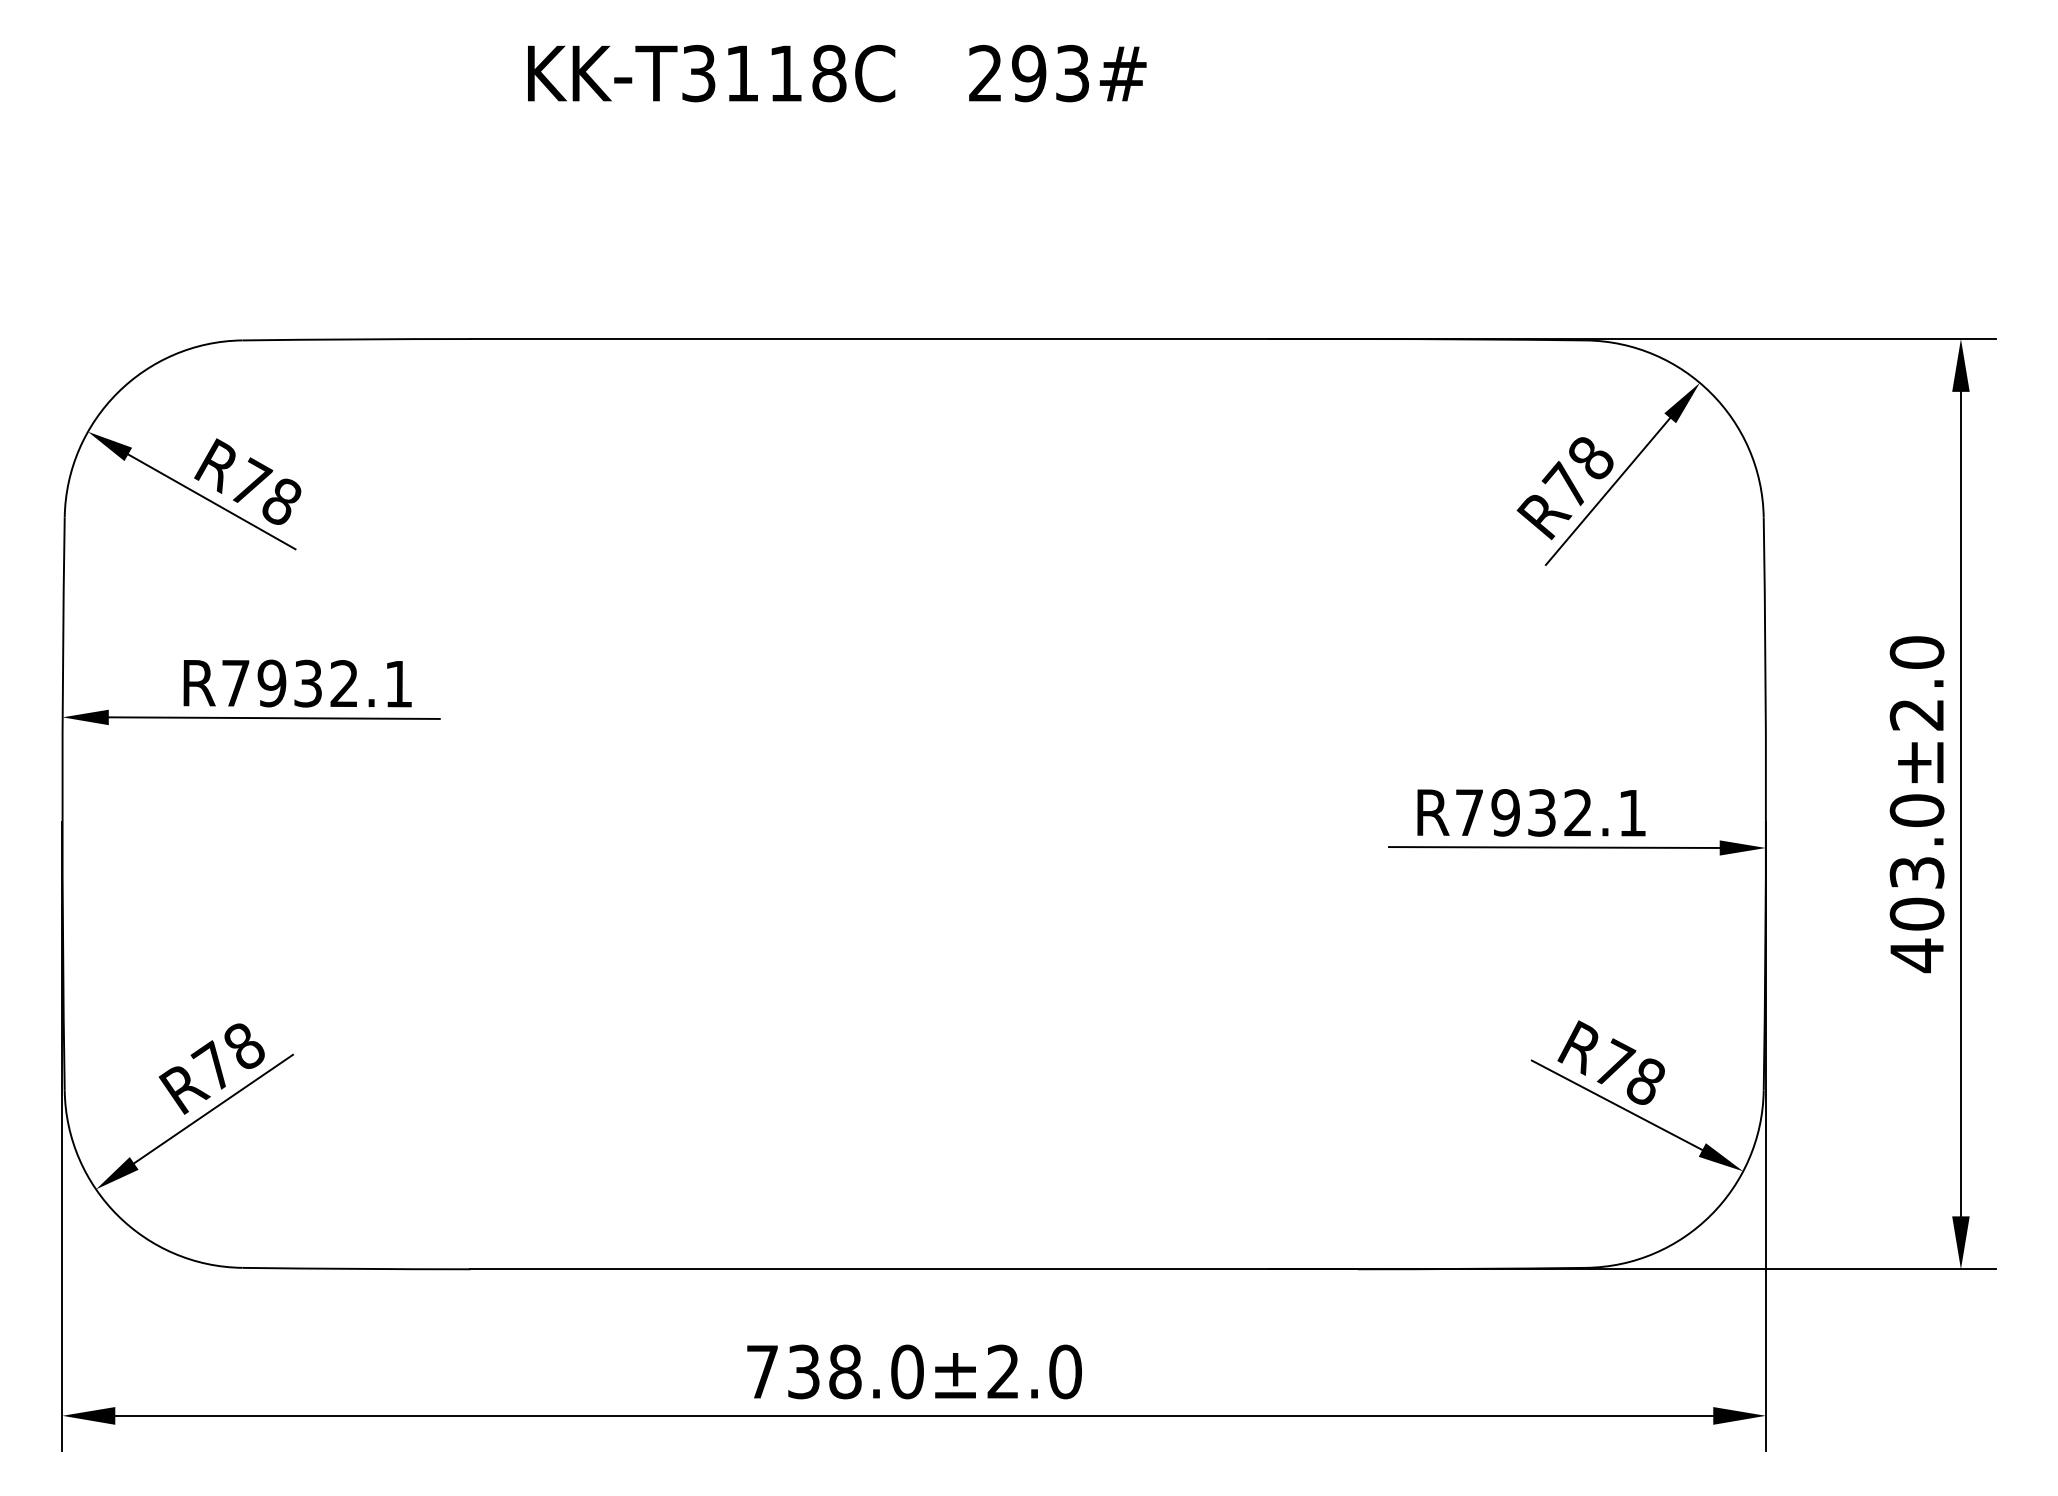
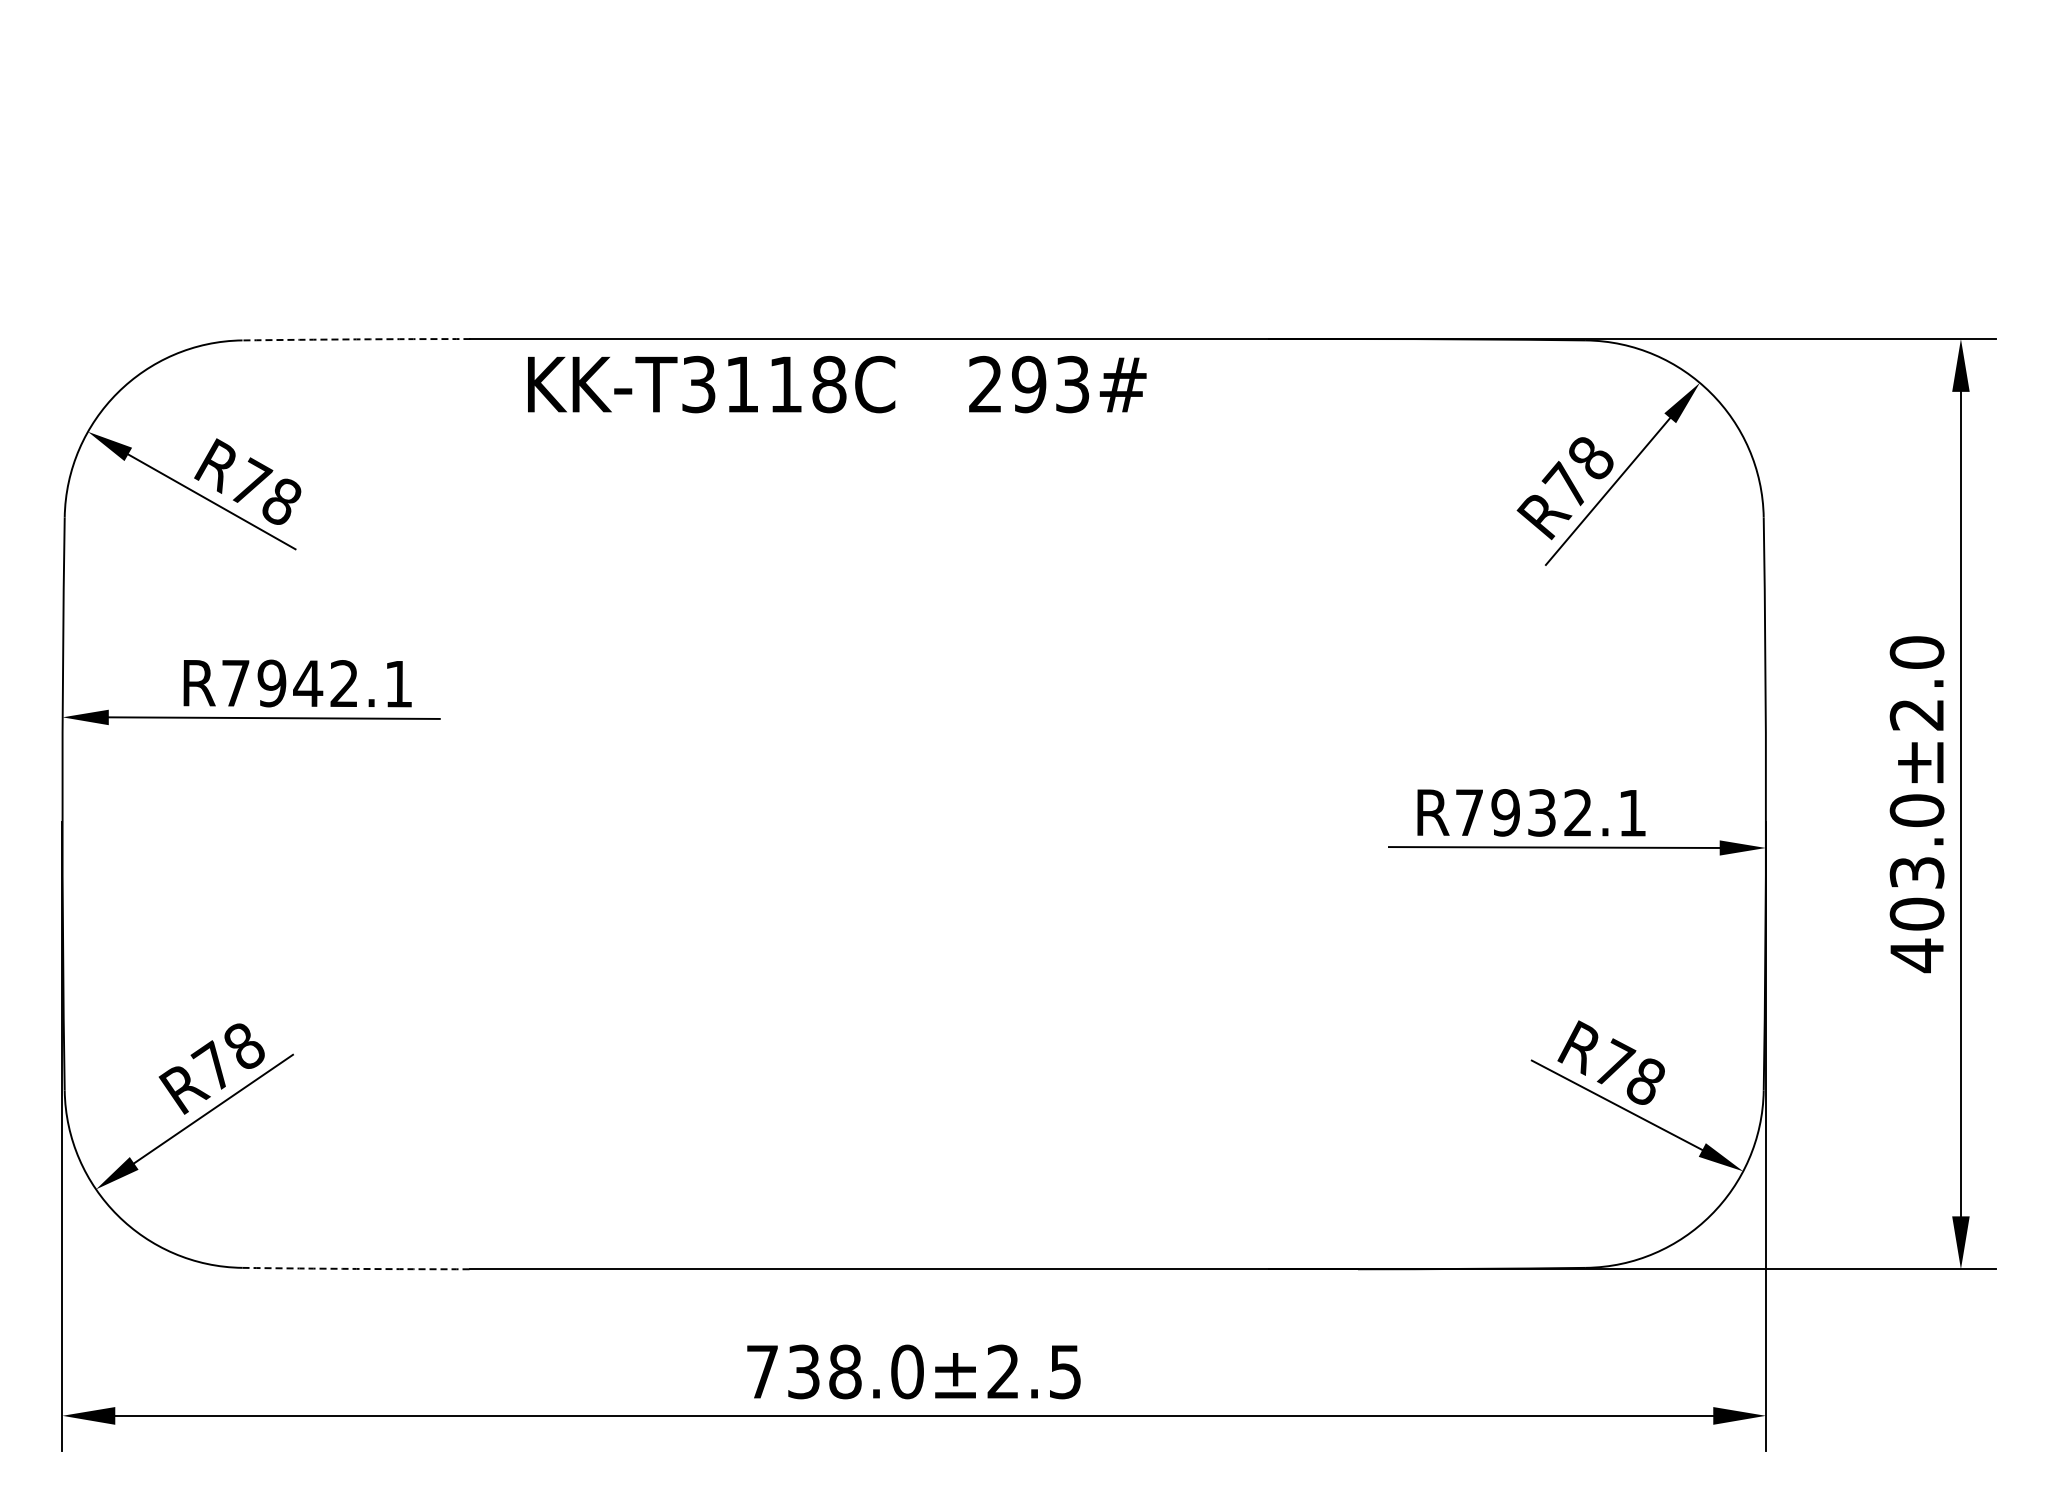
text at (837, 73) position: (837, 73) -> (837, 384)
arc at (356, 339): solid -> dashed
text at (308, 683): R7932.1 -> R7942.1
arc at (356, 1268): solid -> dashed
text at (1065, 1371): 738.0±2.0 -> 738.0±2.5
